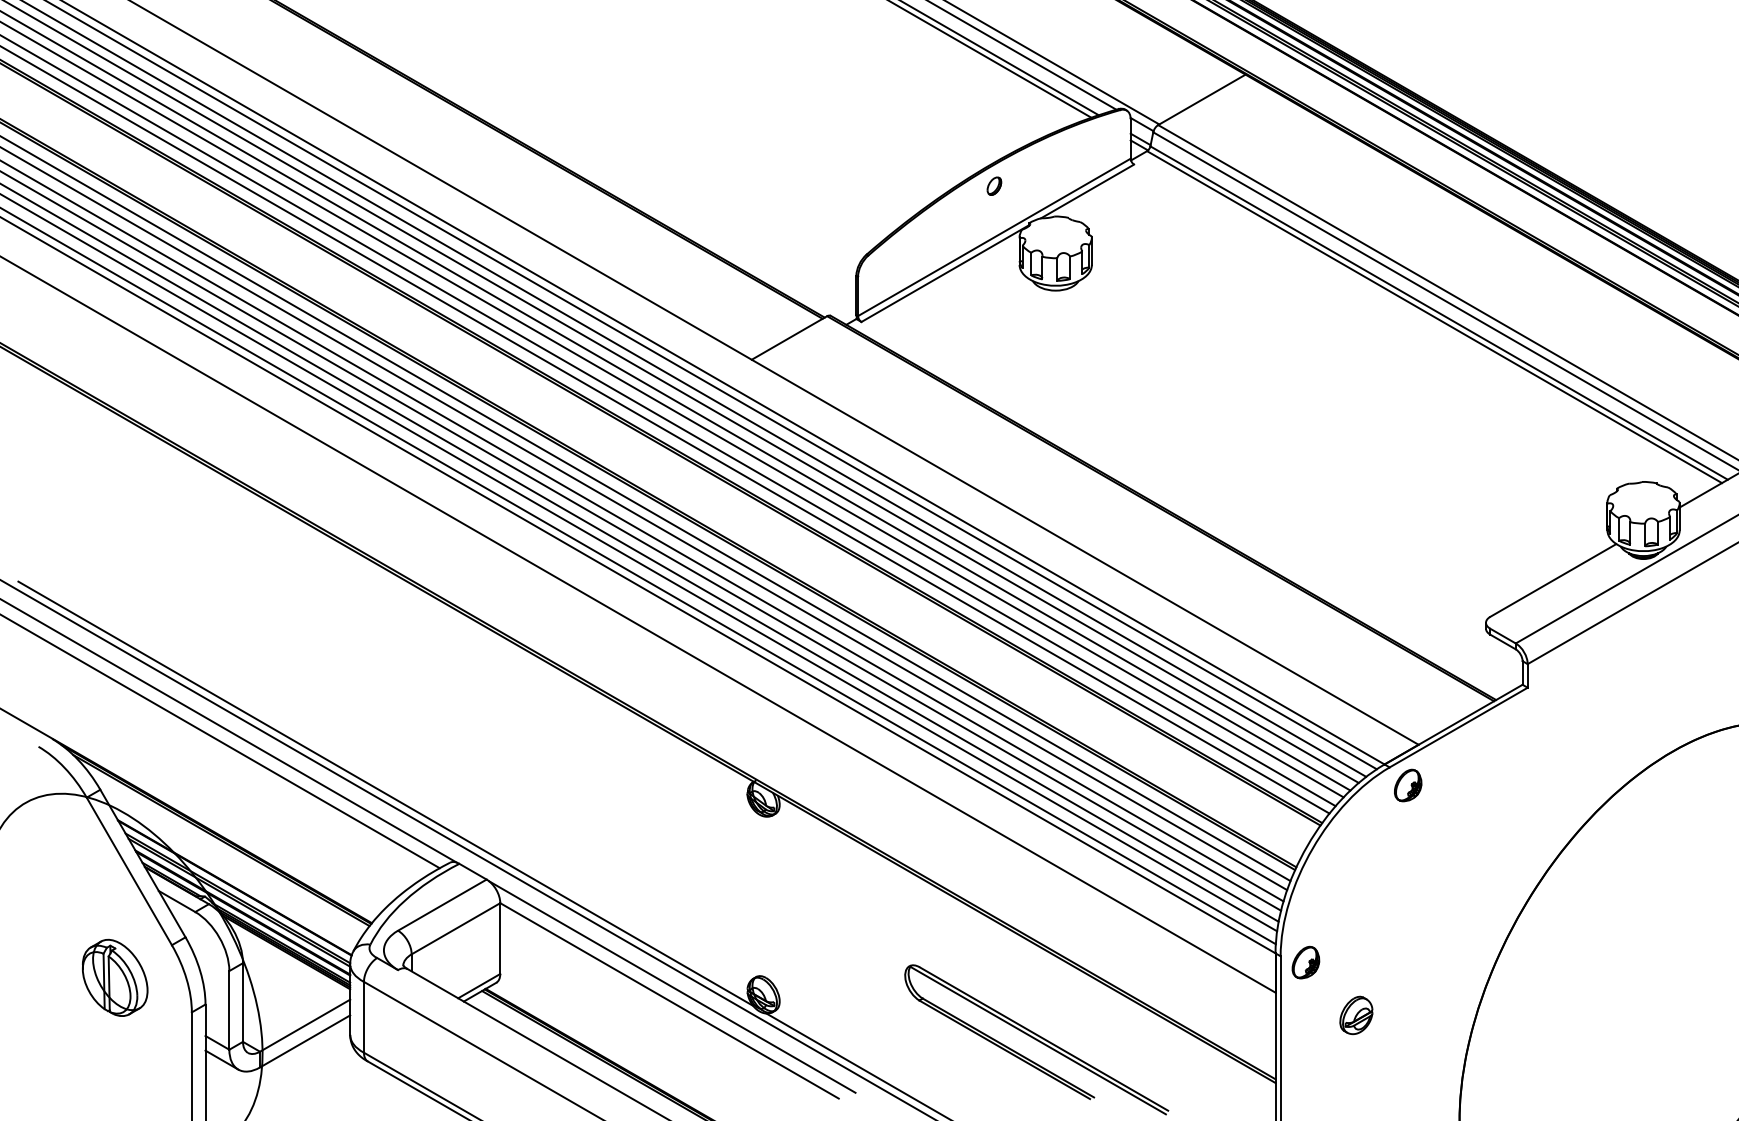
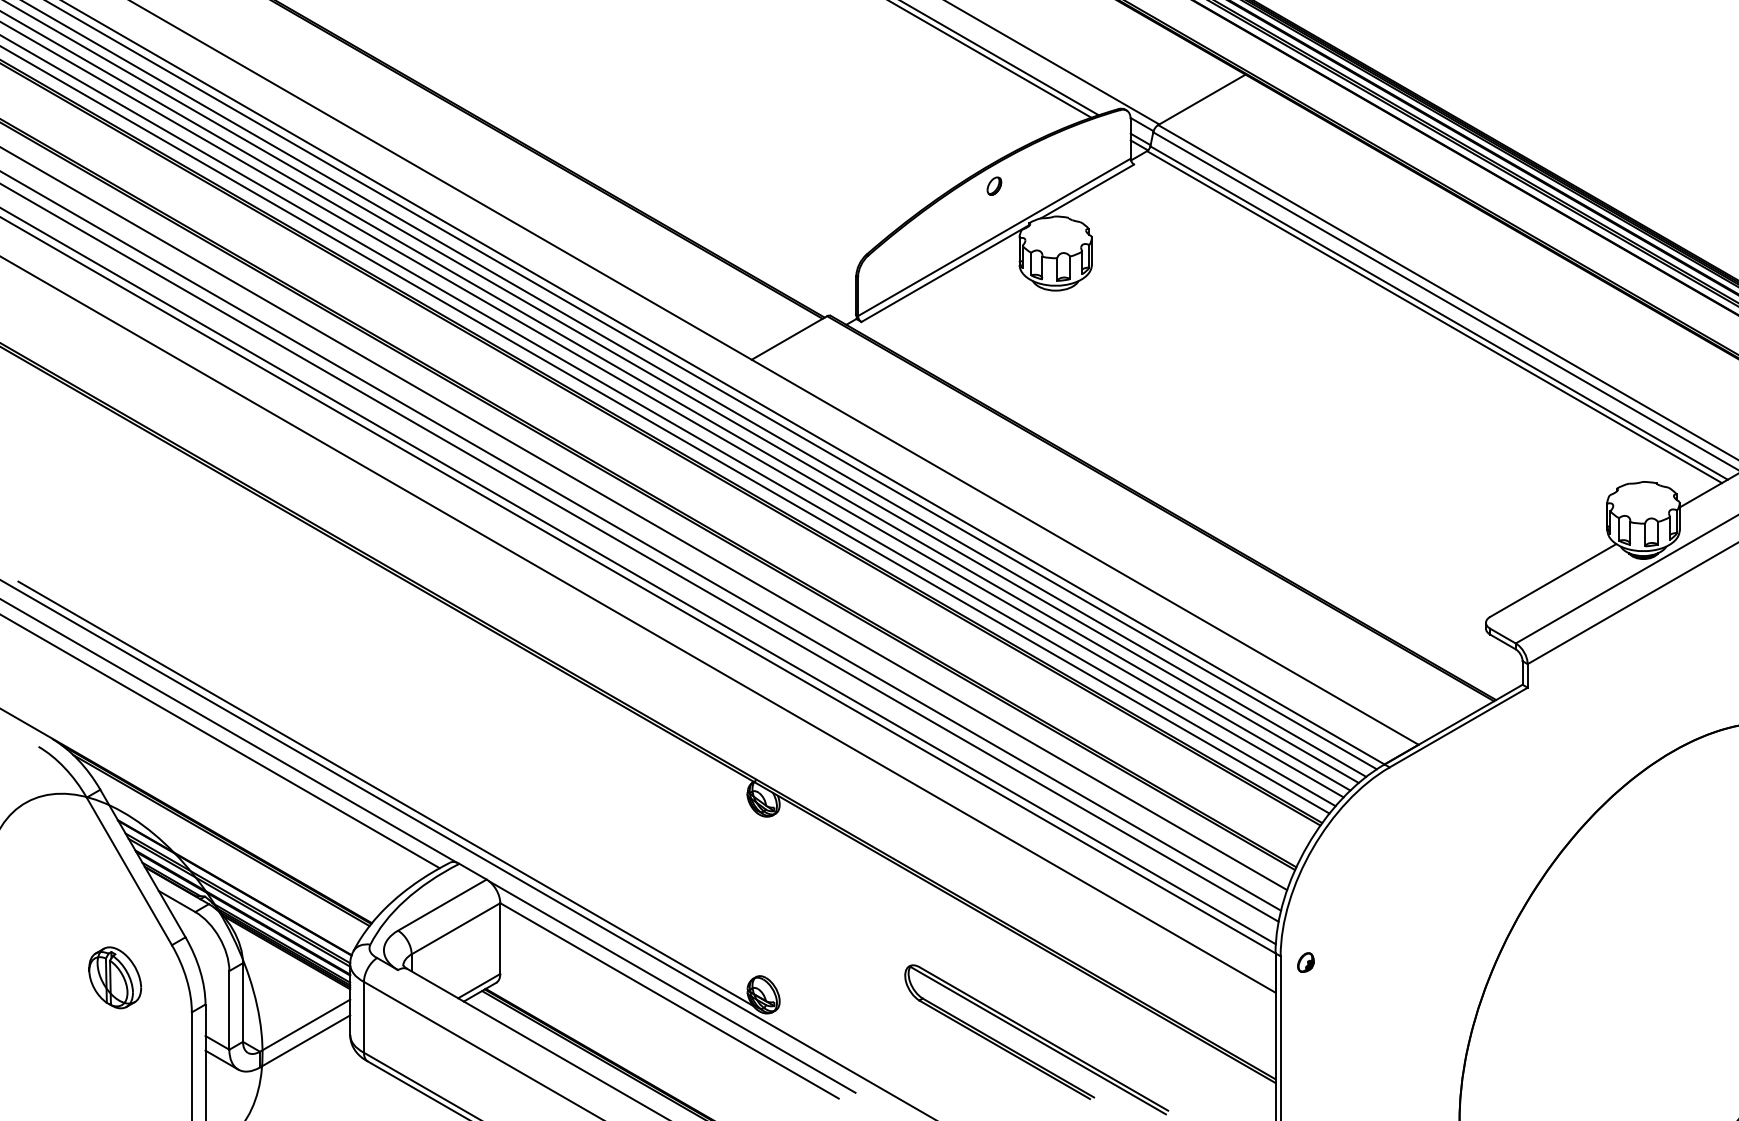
line at (1023, 55): present -> none
line at (646, 509): present -> none
line at (642, 531): present -> none
line at (639, 563): present -> none
part at (1408, 785): present -> none
part at (1305, 962) size: 30x35 px -> 18x21 px
part at (115, 977) size: 67x79 px -> 54x64 px
part at (1356, 1015): present -> none
line at (856, 1065): present -> none
